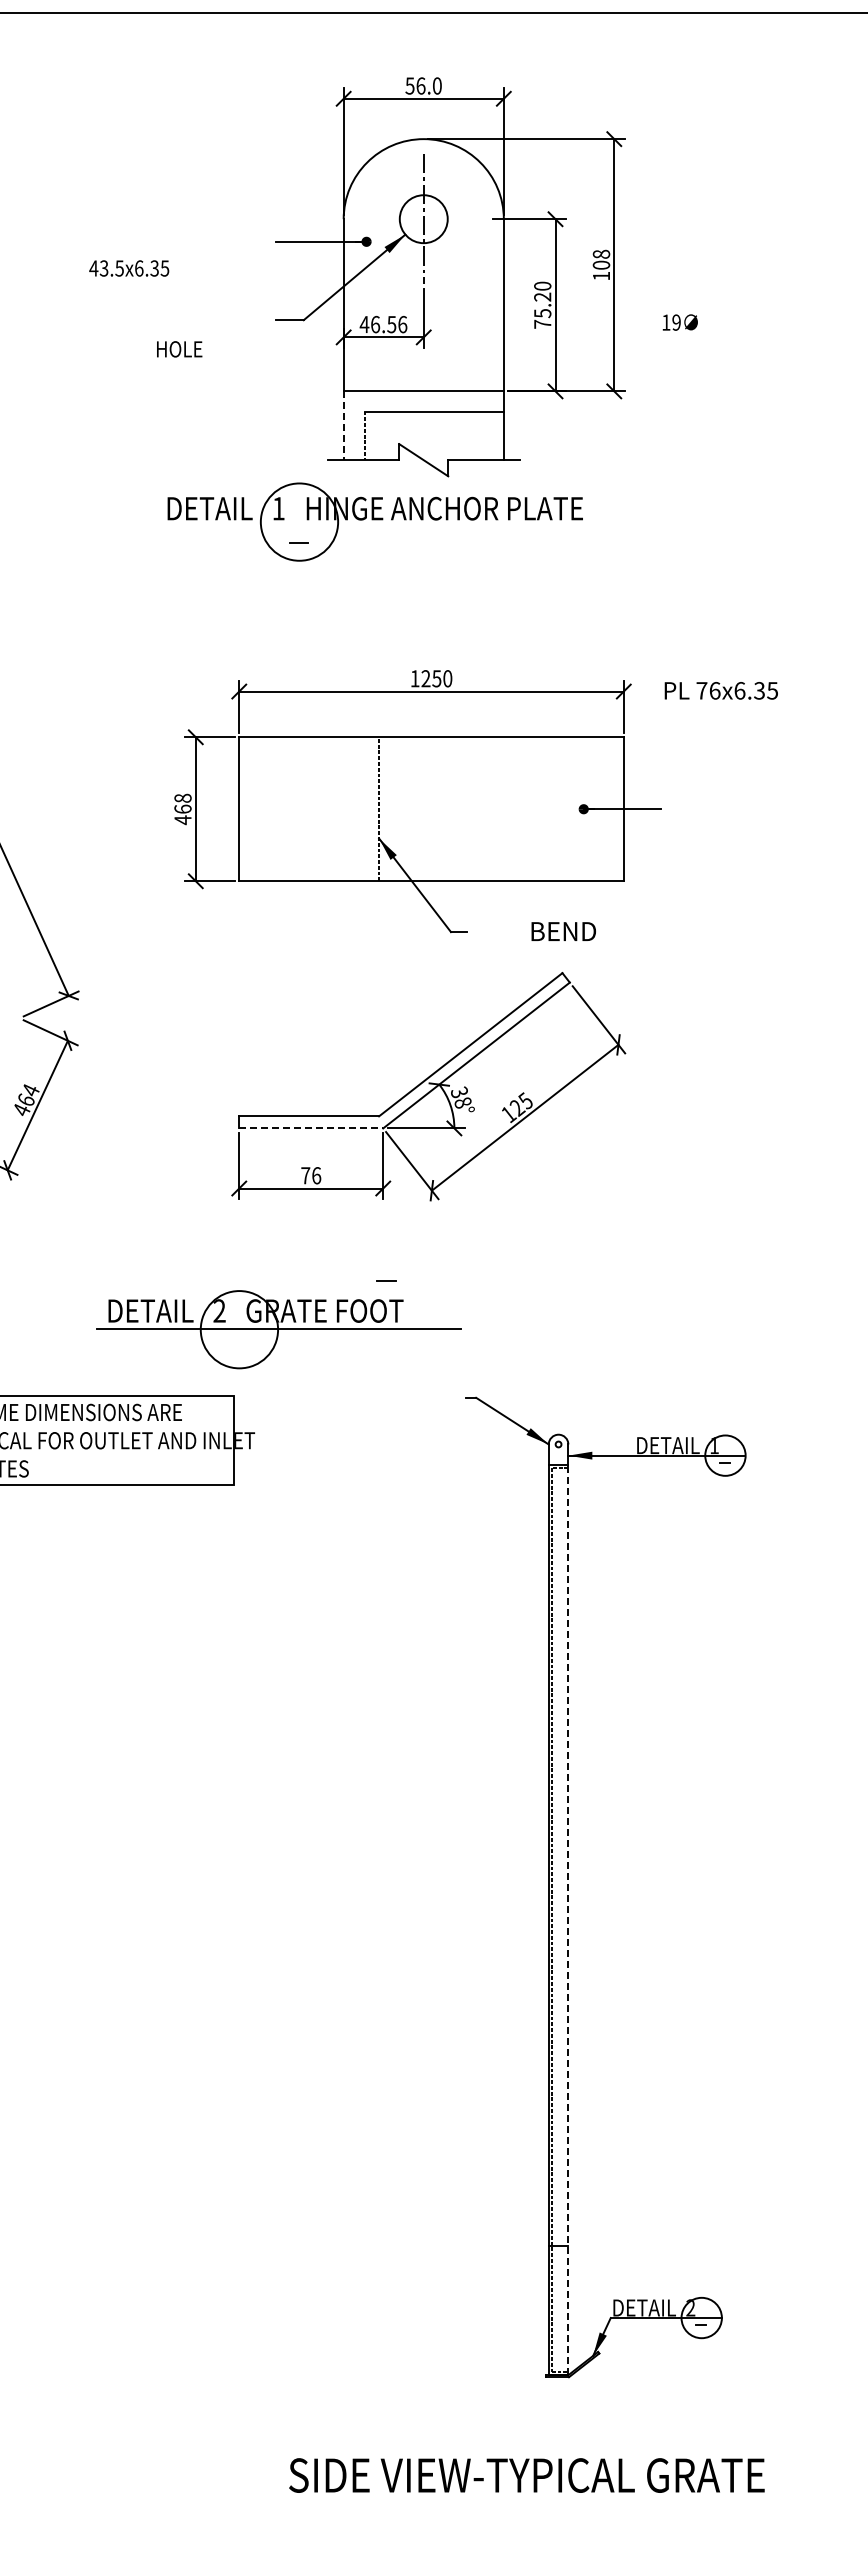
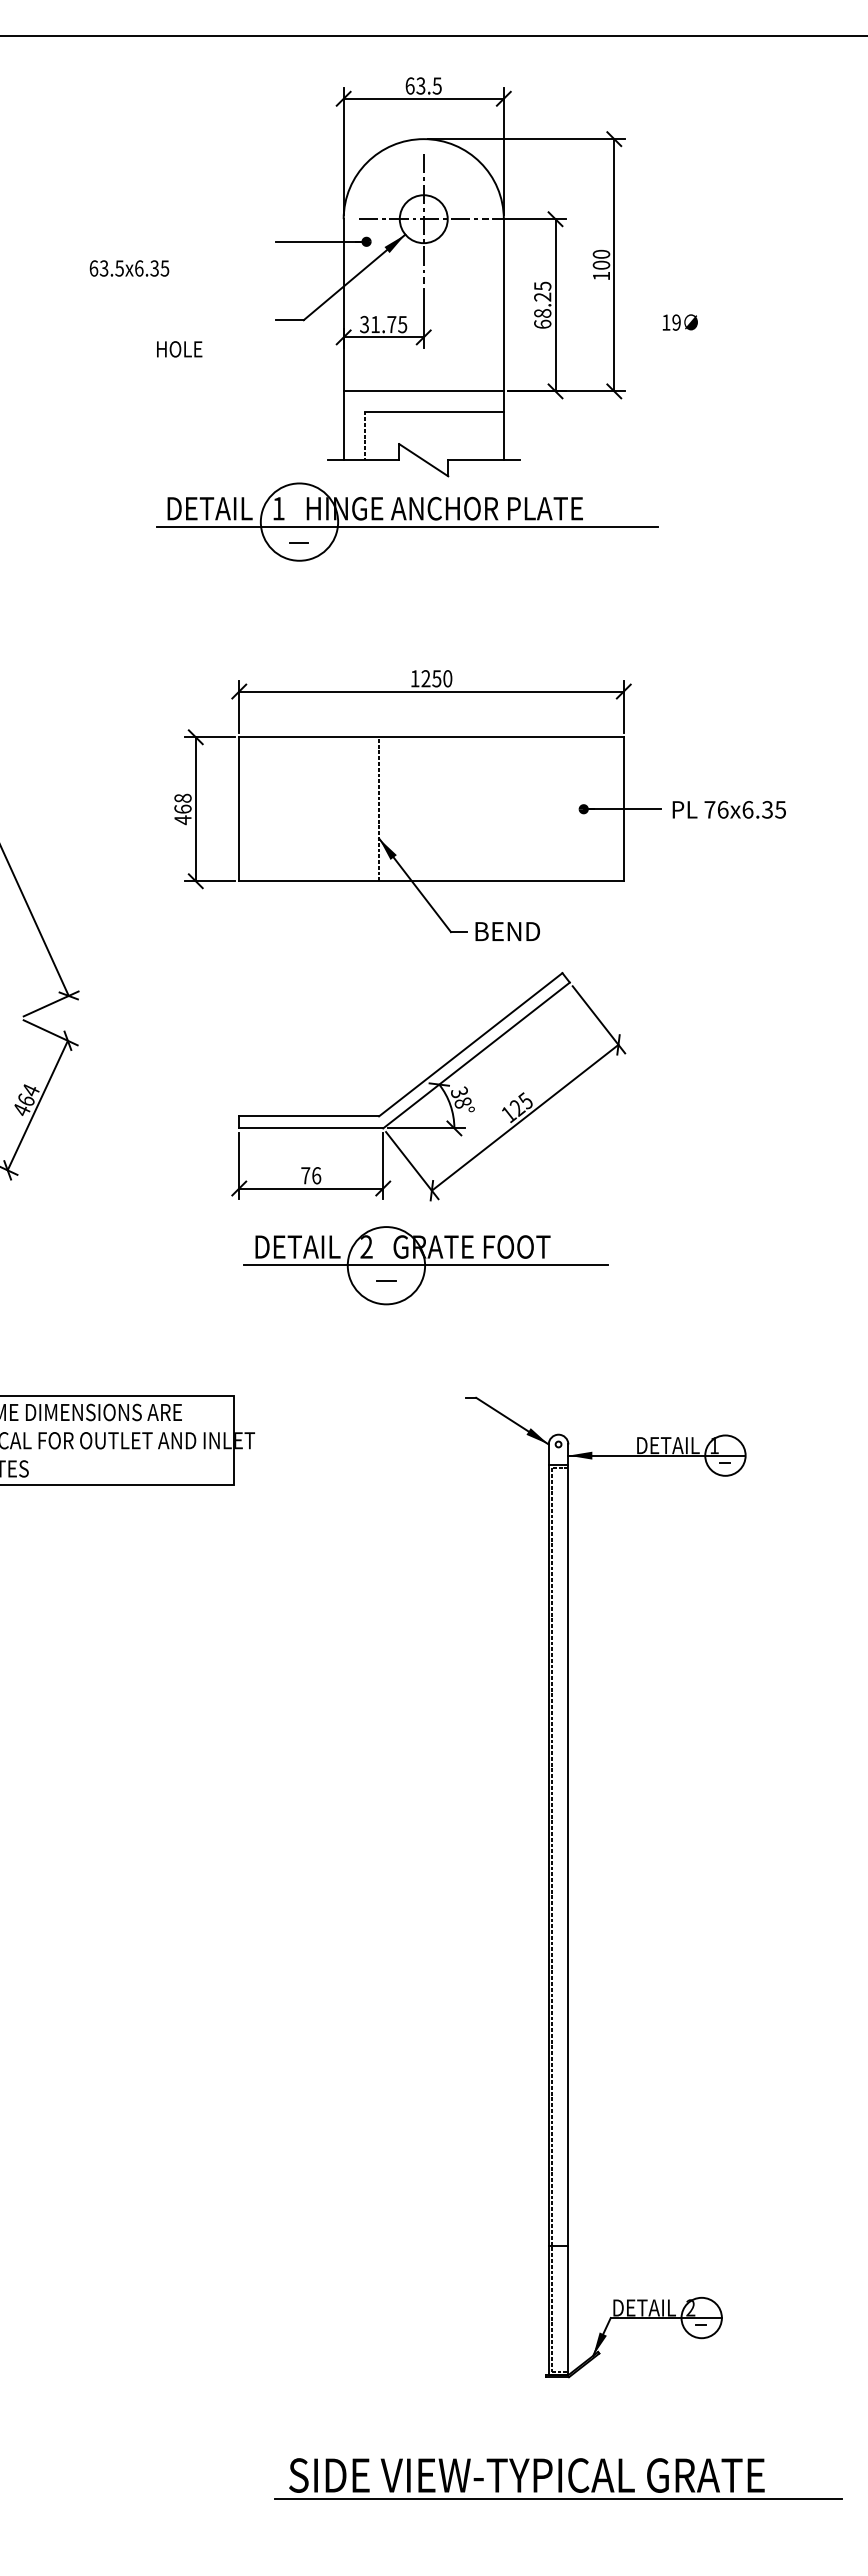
line at (433, 12) position: (433, 12) -> (433, 35)
text at (423, 85): 56.0 -> 63.5
line at (423, 219): none -> present
text at (601, 253): 108 -> 100
text at (93, 268): 43.5x6.35 -> 63.5x6.35
text at (542, 304): 75.20 -> 68.25
text at (383, 324): 46.56 -> 31.75
line at (343, 426): dashed -> solid
line at (407, 526): none -> present
text at (720, 690) position: (720, 690) -> (728, 809)
text at (563, 931) position: (563, 931) -> (507, 931)
line at (311, 1128): dashed -> solid
part at (278, 1329) position: (278, 1329) -> (425, 1265)
line at (568, 1920): dashed -> solid
line at (558, 2498): none -> present
